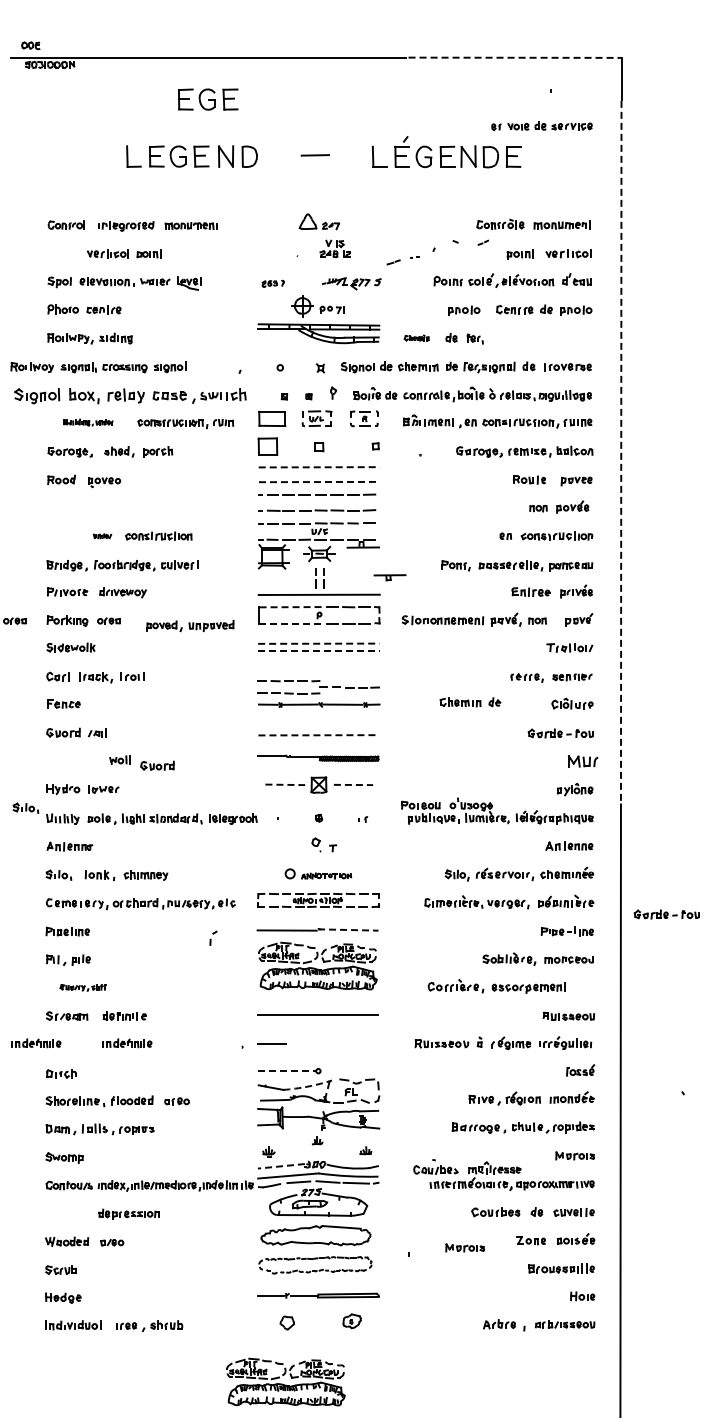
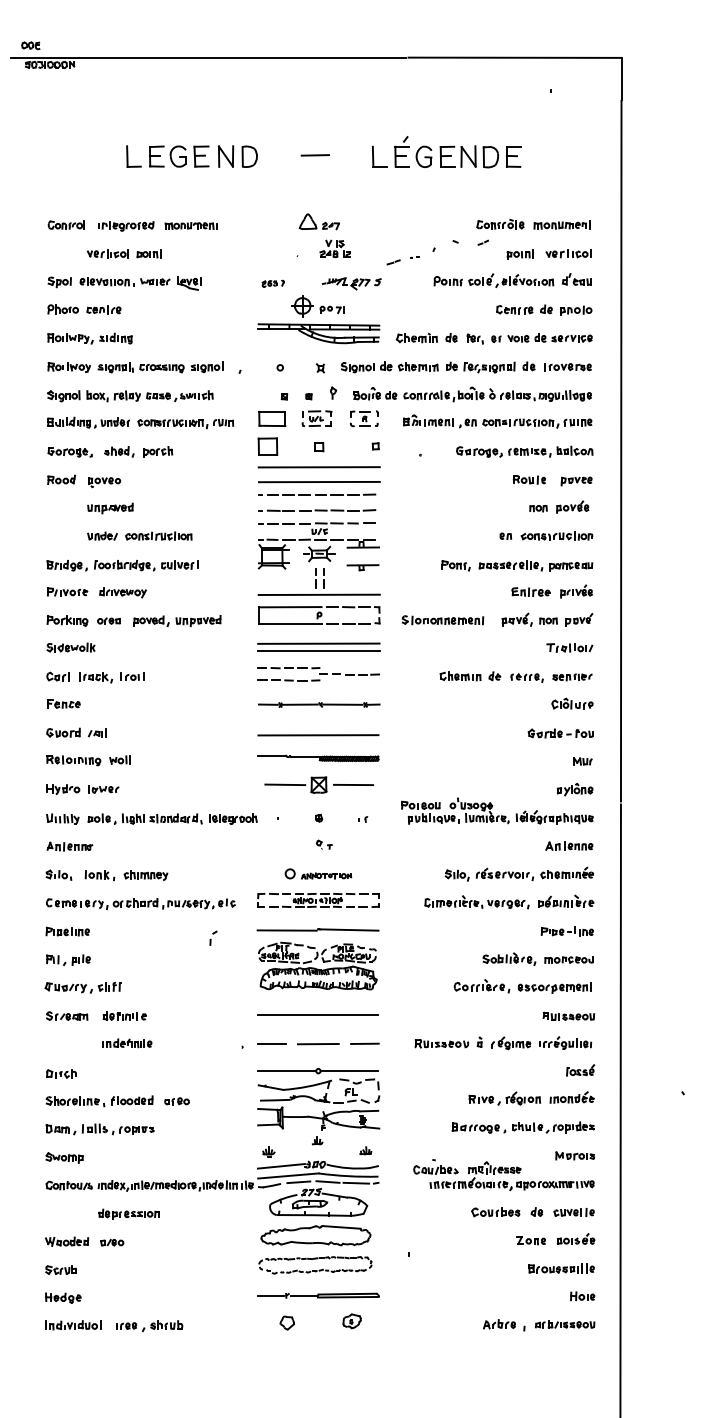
line at (515, 57): dashed -> solid
part at (208, 99): present -> none
part at (541, 126) position: (541, 126) -> (541, 338)
part at (464, 310): present -> none
part at (416, 337) size: 27x8 px -> 43x12 px
part at (98, 367) position: (98, 367) -> (135, 367)
part at (130, 396) size: 233x17 px -> 167x13 px
part at (88, 422) size: 51x9 px -> 83x13 px
line at (621, 451): dashed -> solid
line at (319, 467): dashed -> solid
line at (319, 482): dashed -> solid
part at (110, 508): none -> present
part at (102, 536) size: 20x7 px -> 31x10 px
part at (389, 577) position: (389, 577) -> (362, 567)
line at (289, 607): dashed -> solid
part at (518, 619) position: (518, 619) -> (529, 619)
part at (14, 620): present -> none
line at (290, 623): dashed -> solid
part at (190, 625) position: (190, 625) -> (177, 620)
line at (318, 643): dashed -> solid
line at (318, 651): dashed -> solid
part at (318, 687) position: (318, 687) -> (318, 674)
part at (470, 702) position: (470, 702) -> (470, 676)
line at (318, 735): dashed -> solid
part at (73, 760): none -> present
part at (583, 761) size: 31x13 px -> 20x9 px
part at (157, 765): present -> none
line at (285, 784): dashed -> solid
line at (353, 784): dashed -> solid
part at (25, 807): present -> none
part at (323, 844) size: 26x16 px -> 17x11 px
part at (666, 914): present -> none
line at (348, 930): dashed -> solid
part at (496, 986) position: (496, 986) -> (522, 986)
part at (82, 987) size: 48x8 px -> 78x12 px
part at (36, 1043): present -> none
line at (364, 1043): none -> present
line at (318, 1044): none -> present
line at (287, 1071): dashed -> solid
line at (350, 1071): none -> present
arc at (307, 1086): dashed -> solid
line at (281, 1166): dashed -> solid
part at (464, 1247): present -> none
part at (285, 1381): present -> none
